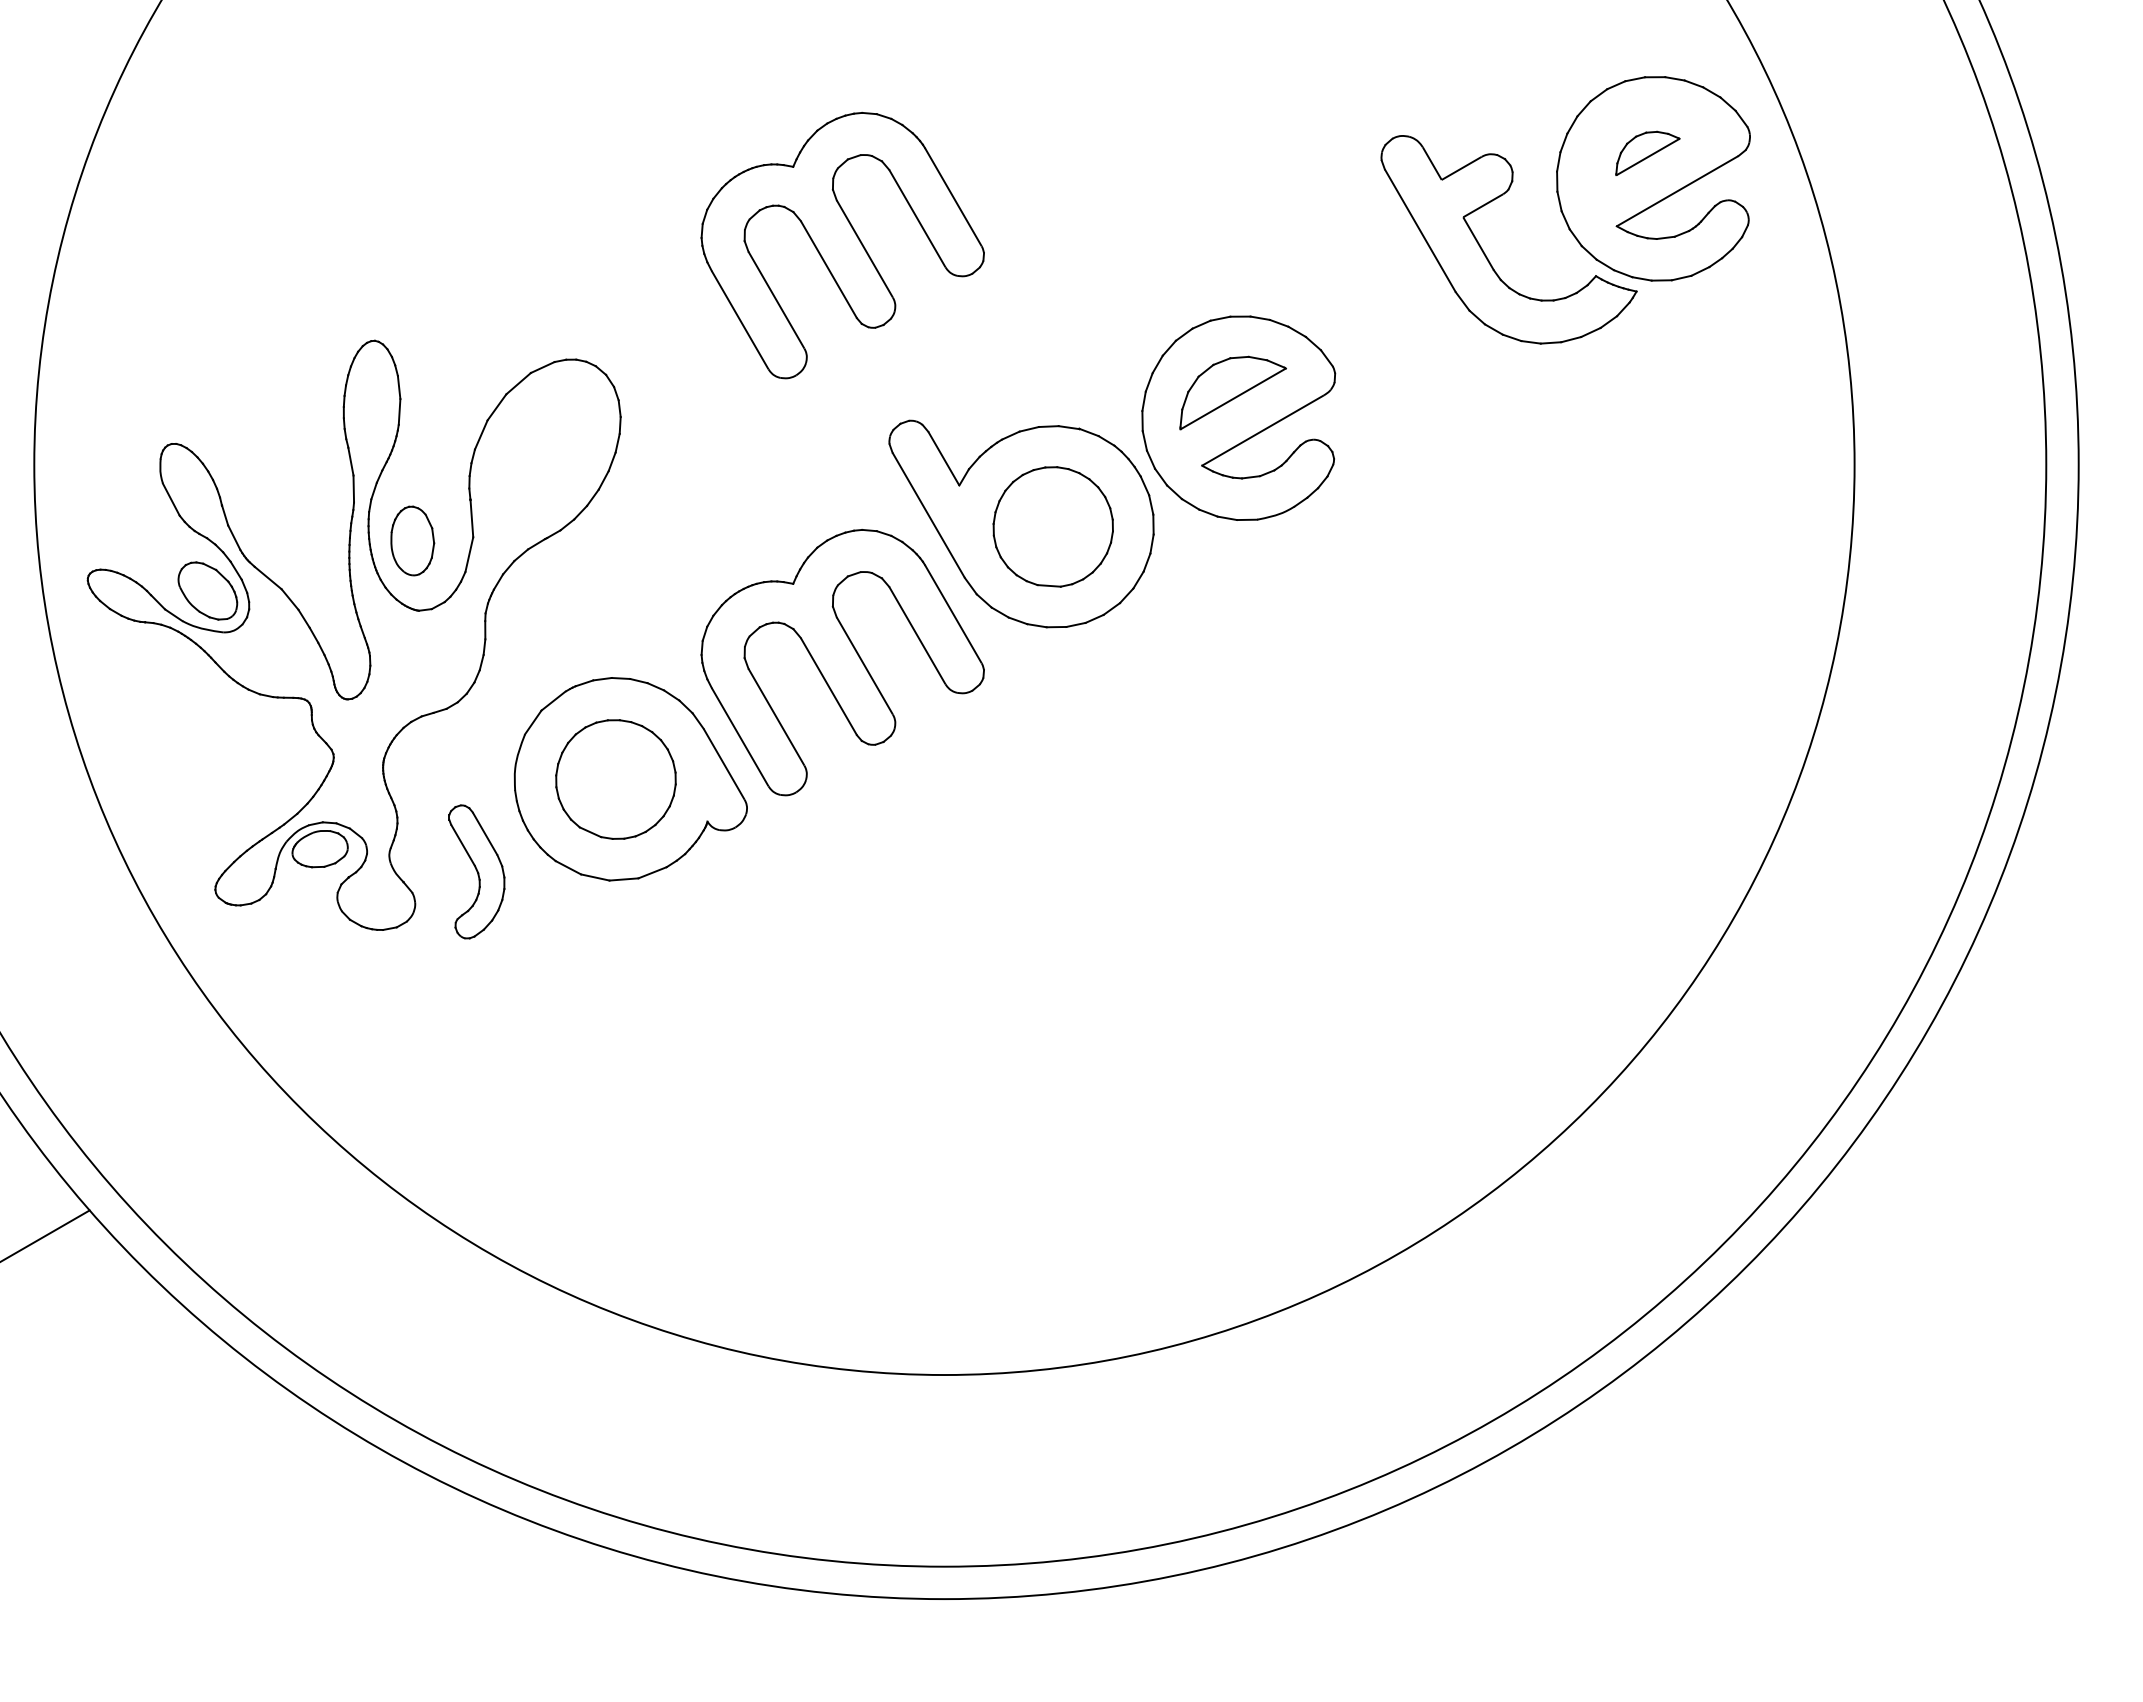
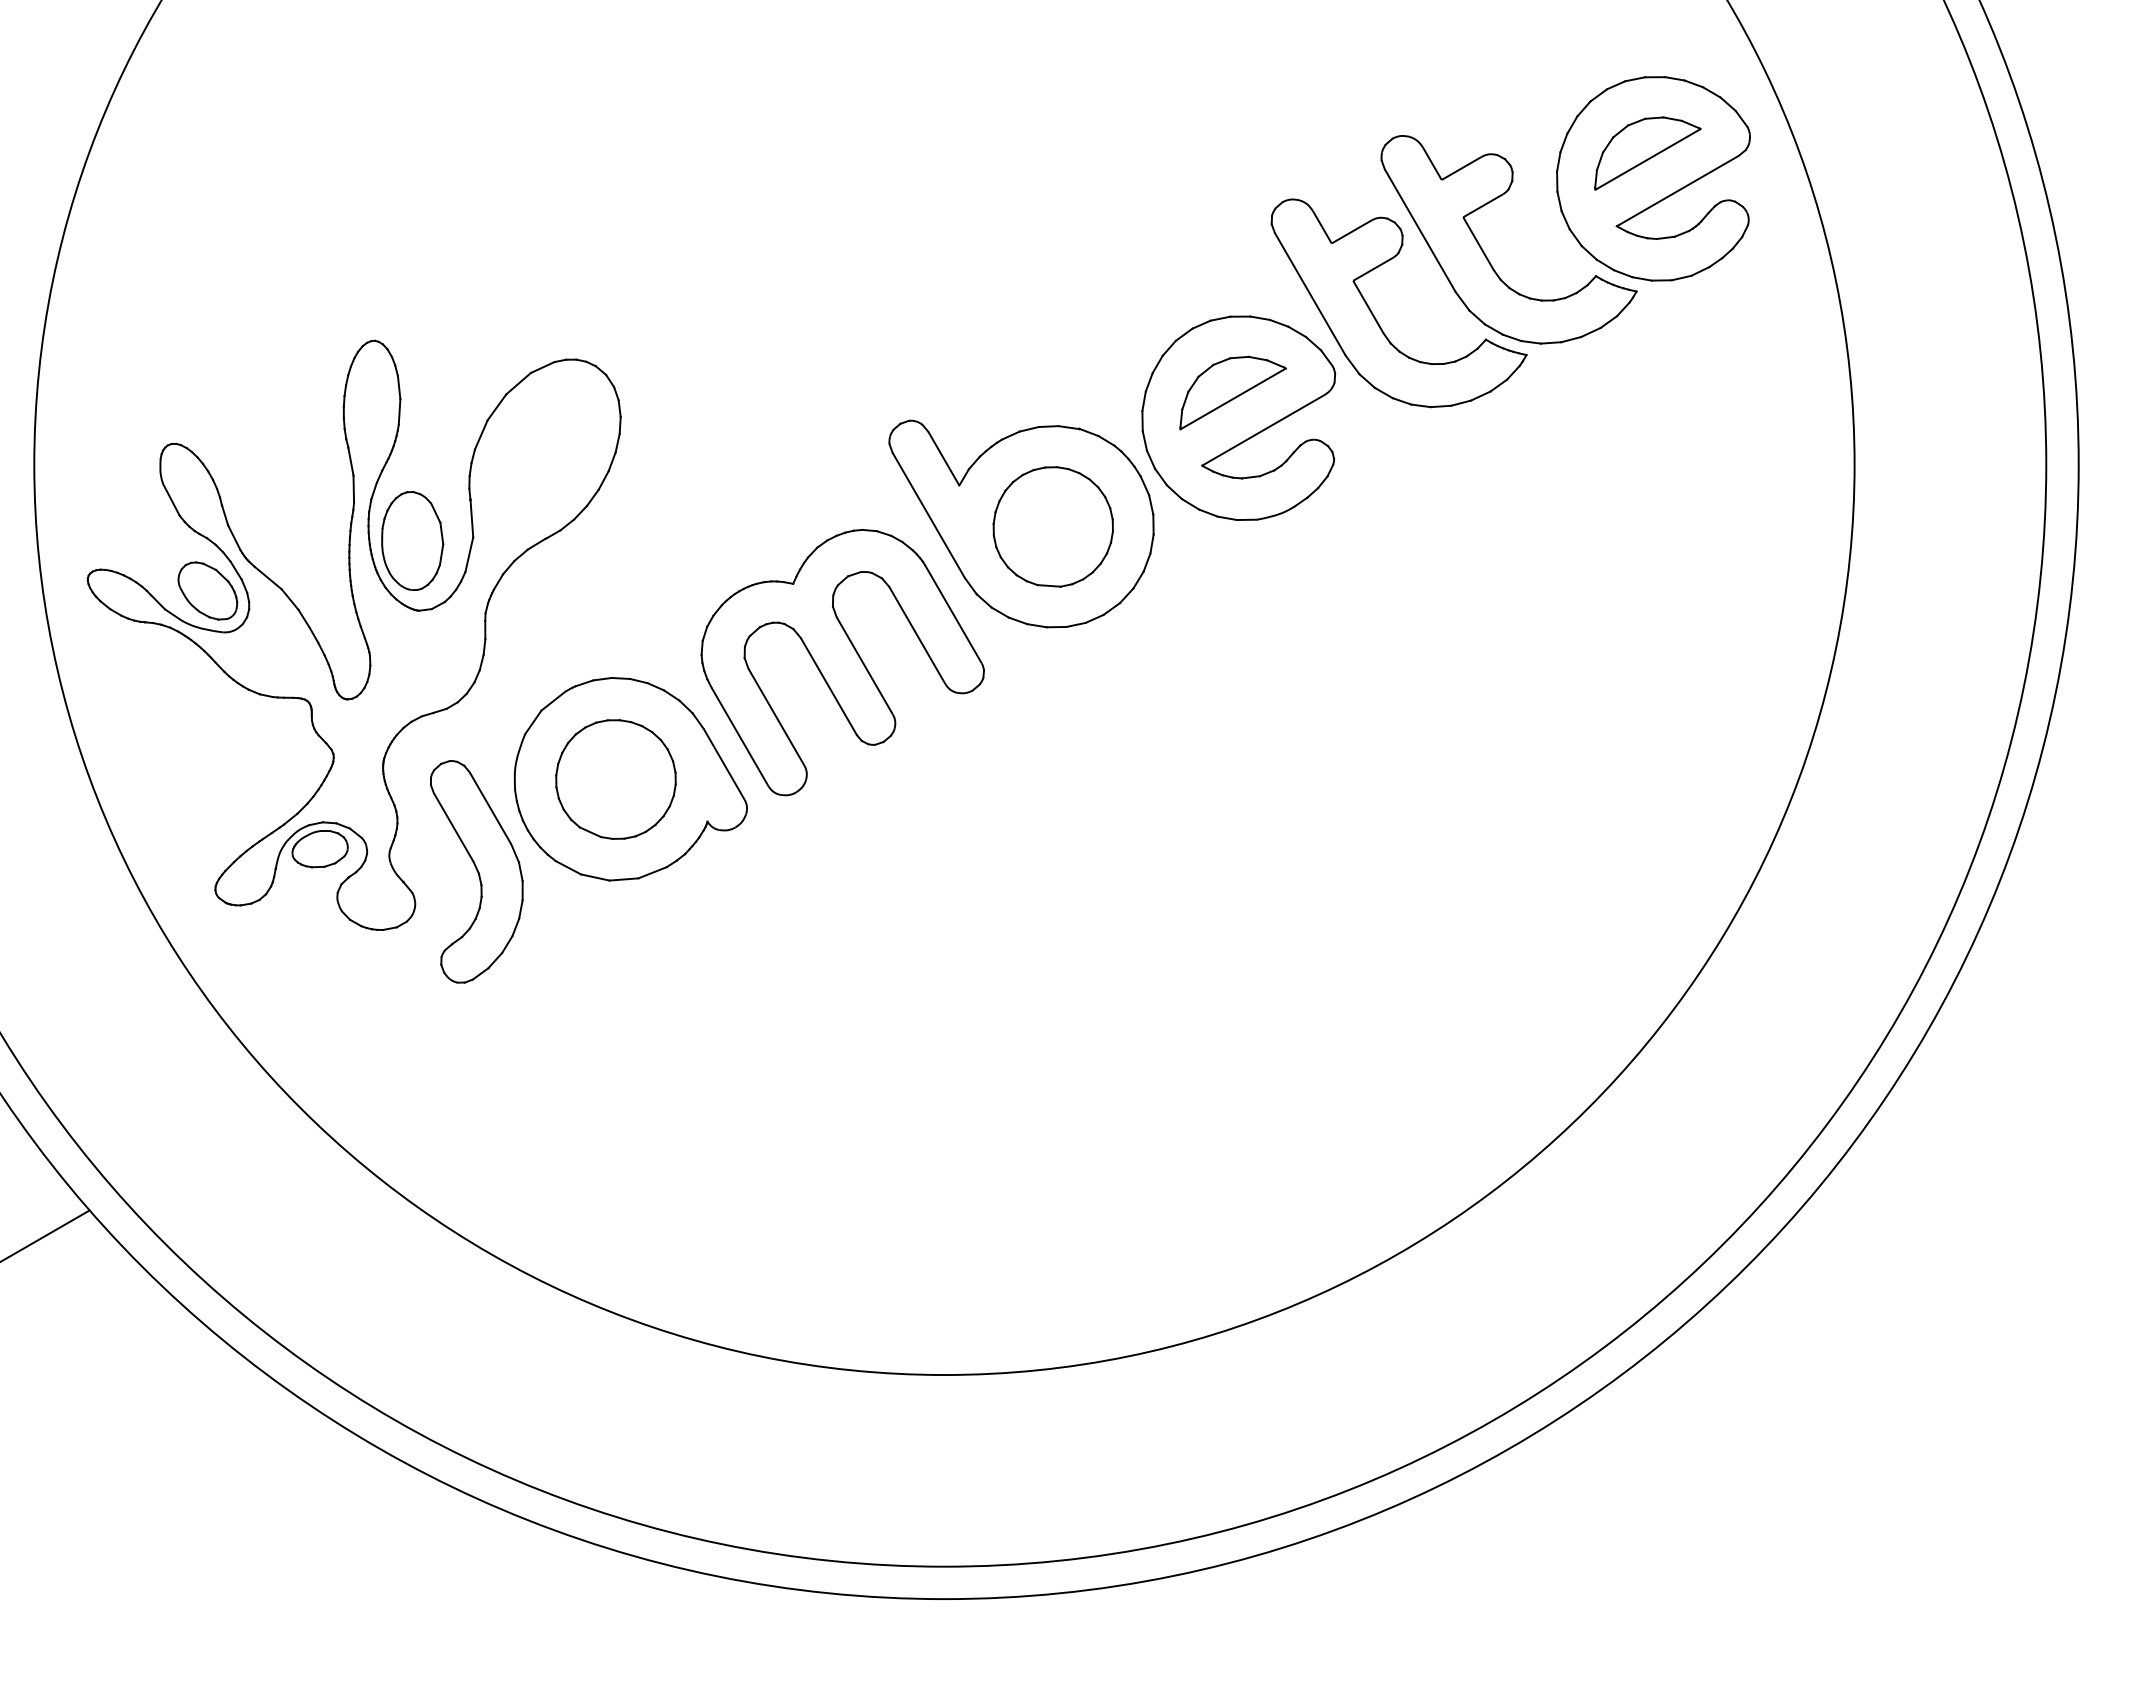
part at (1647, 152) size: 66x46 px -> 108x75 px
part at (842, 245): present -> none
part at (1376, 318): none -> present
part at (412, 540) size: 46x72 px -> 64x100 px
part at (476, 871) size: 58x136 px -> 94x224 px
